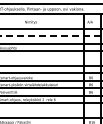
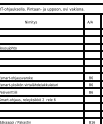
line at (51, 36): dashed -> solid
line at (50, 58): none -> present
line at (50, 110): none -> present
